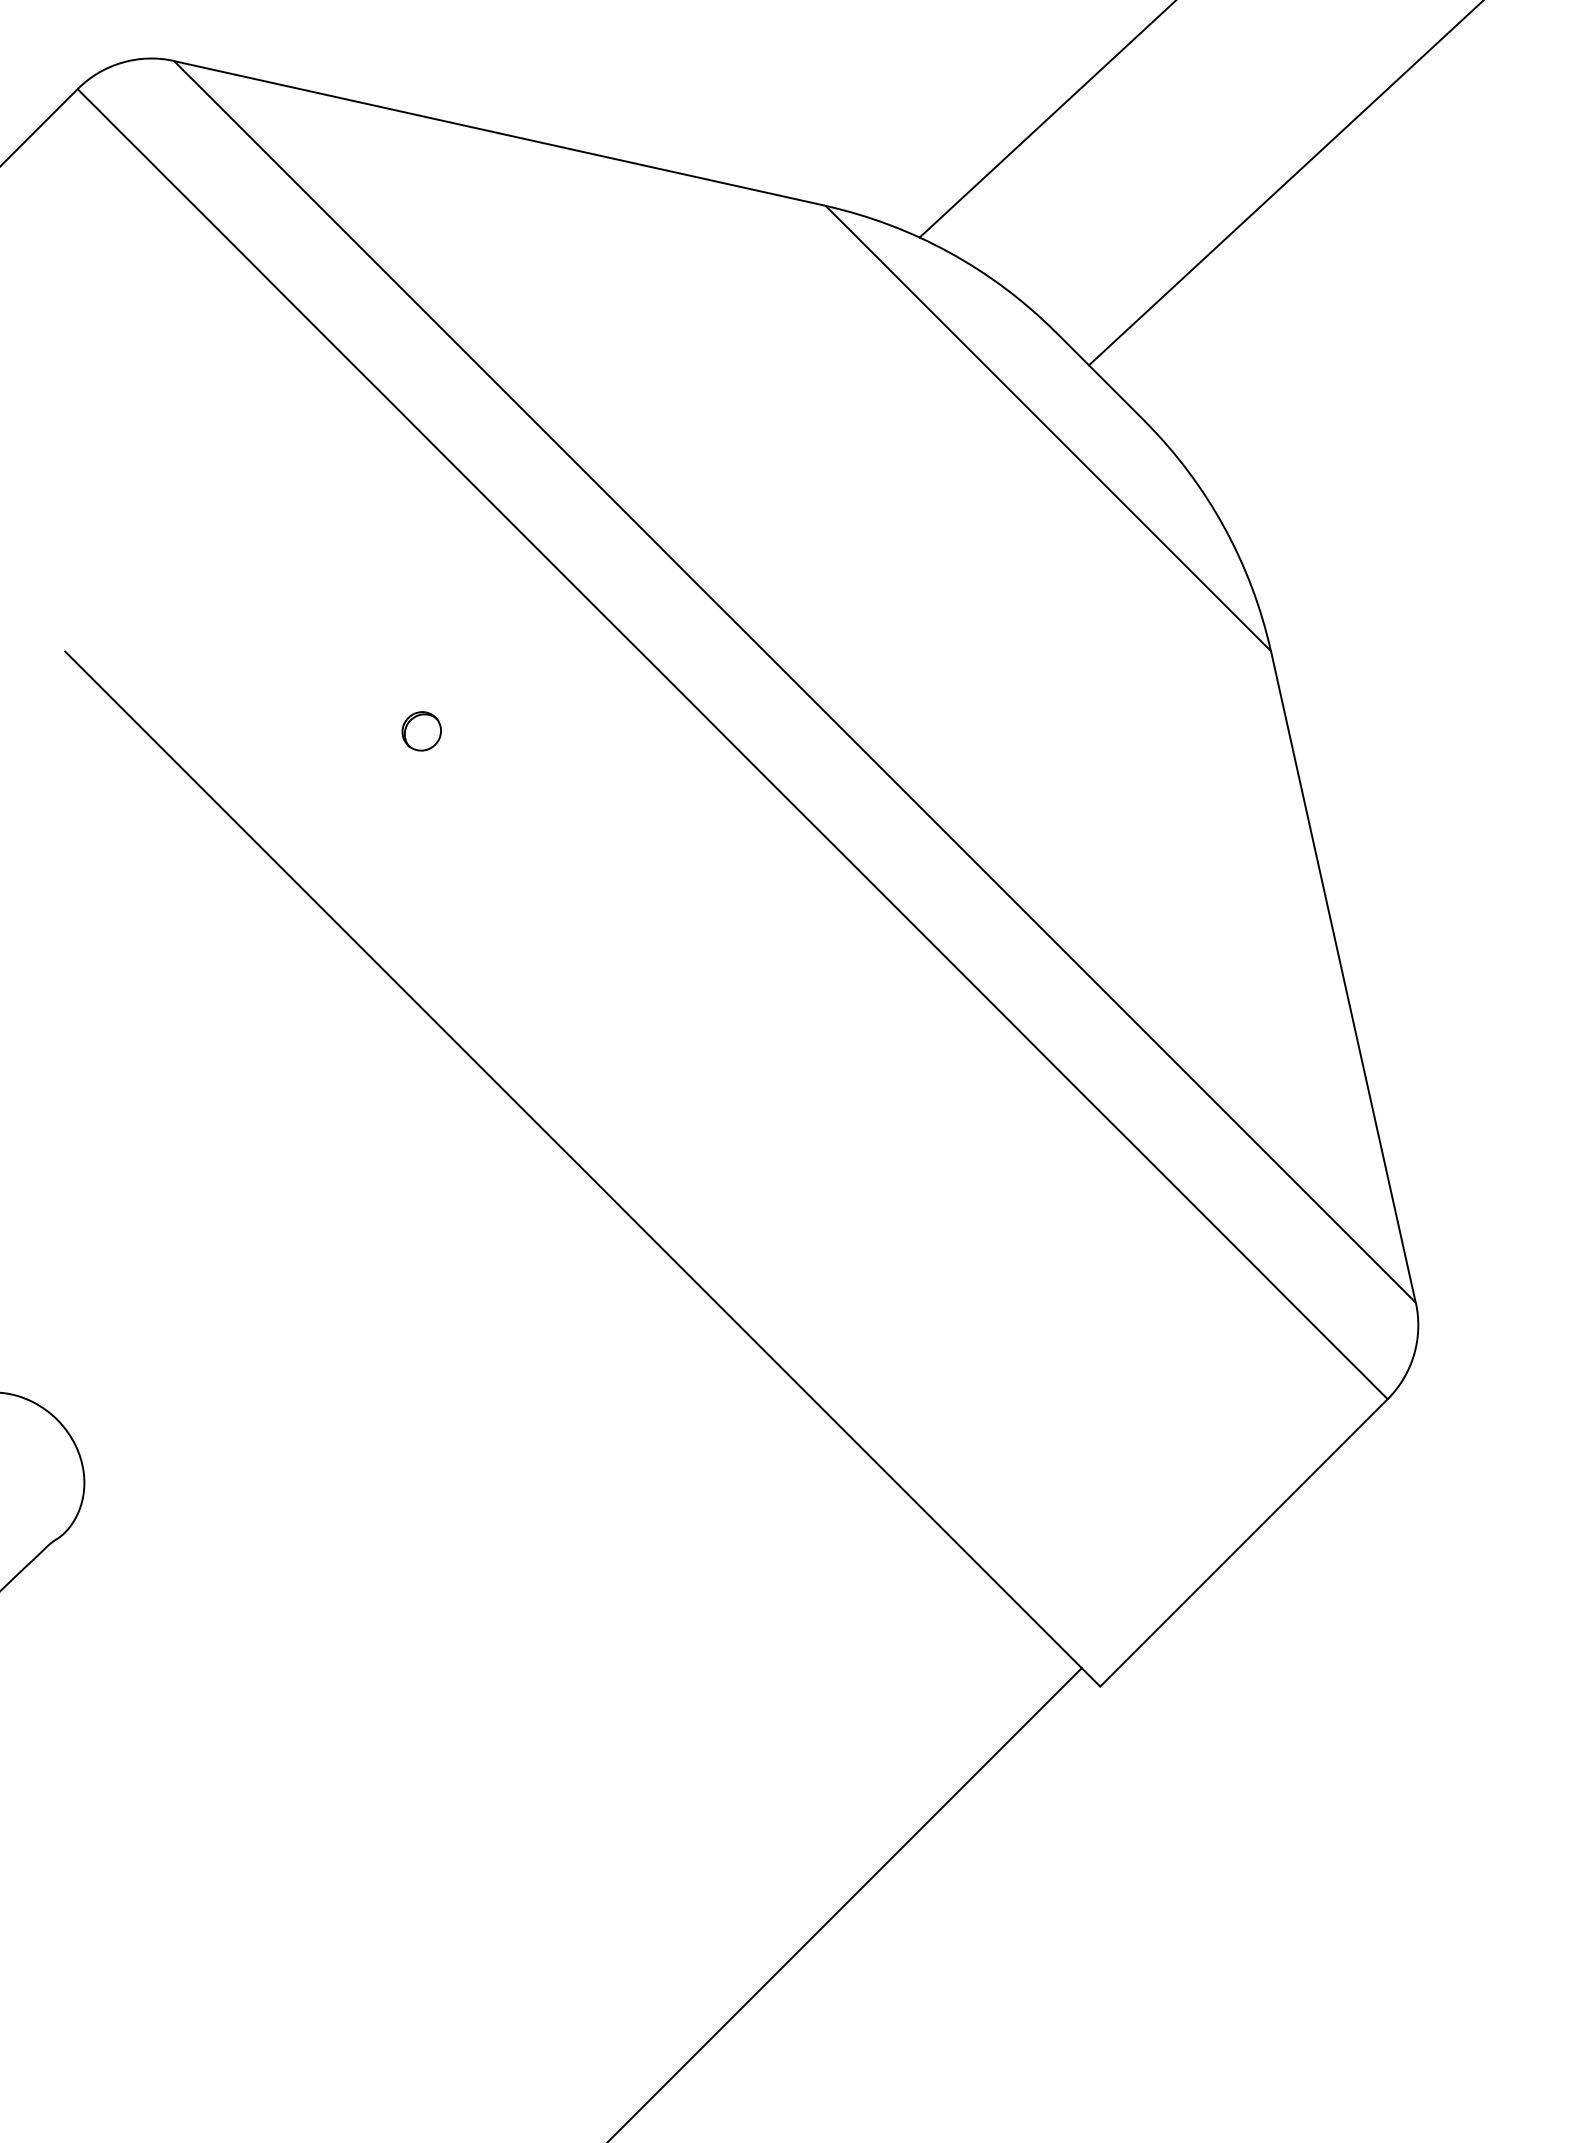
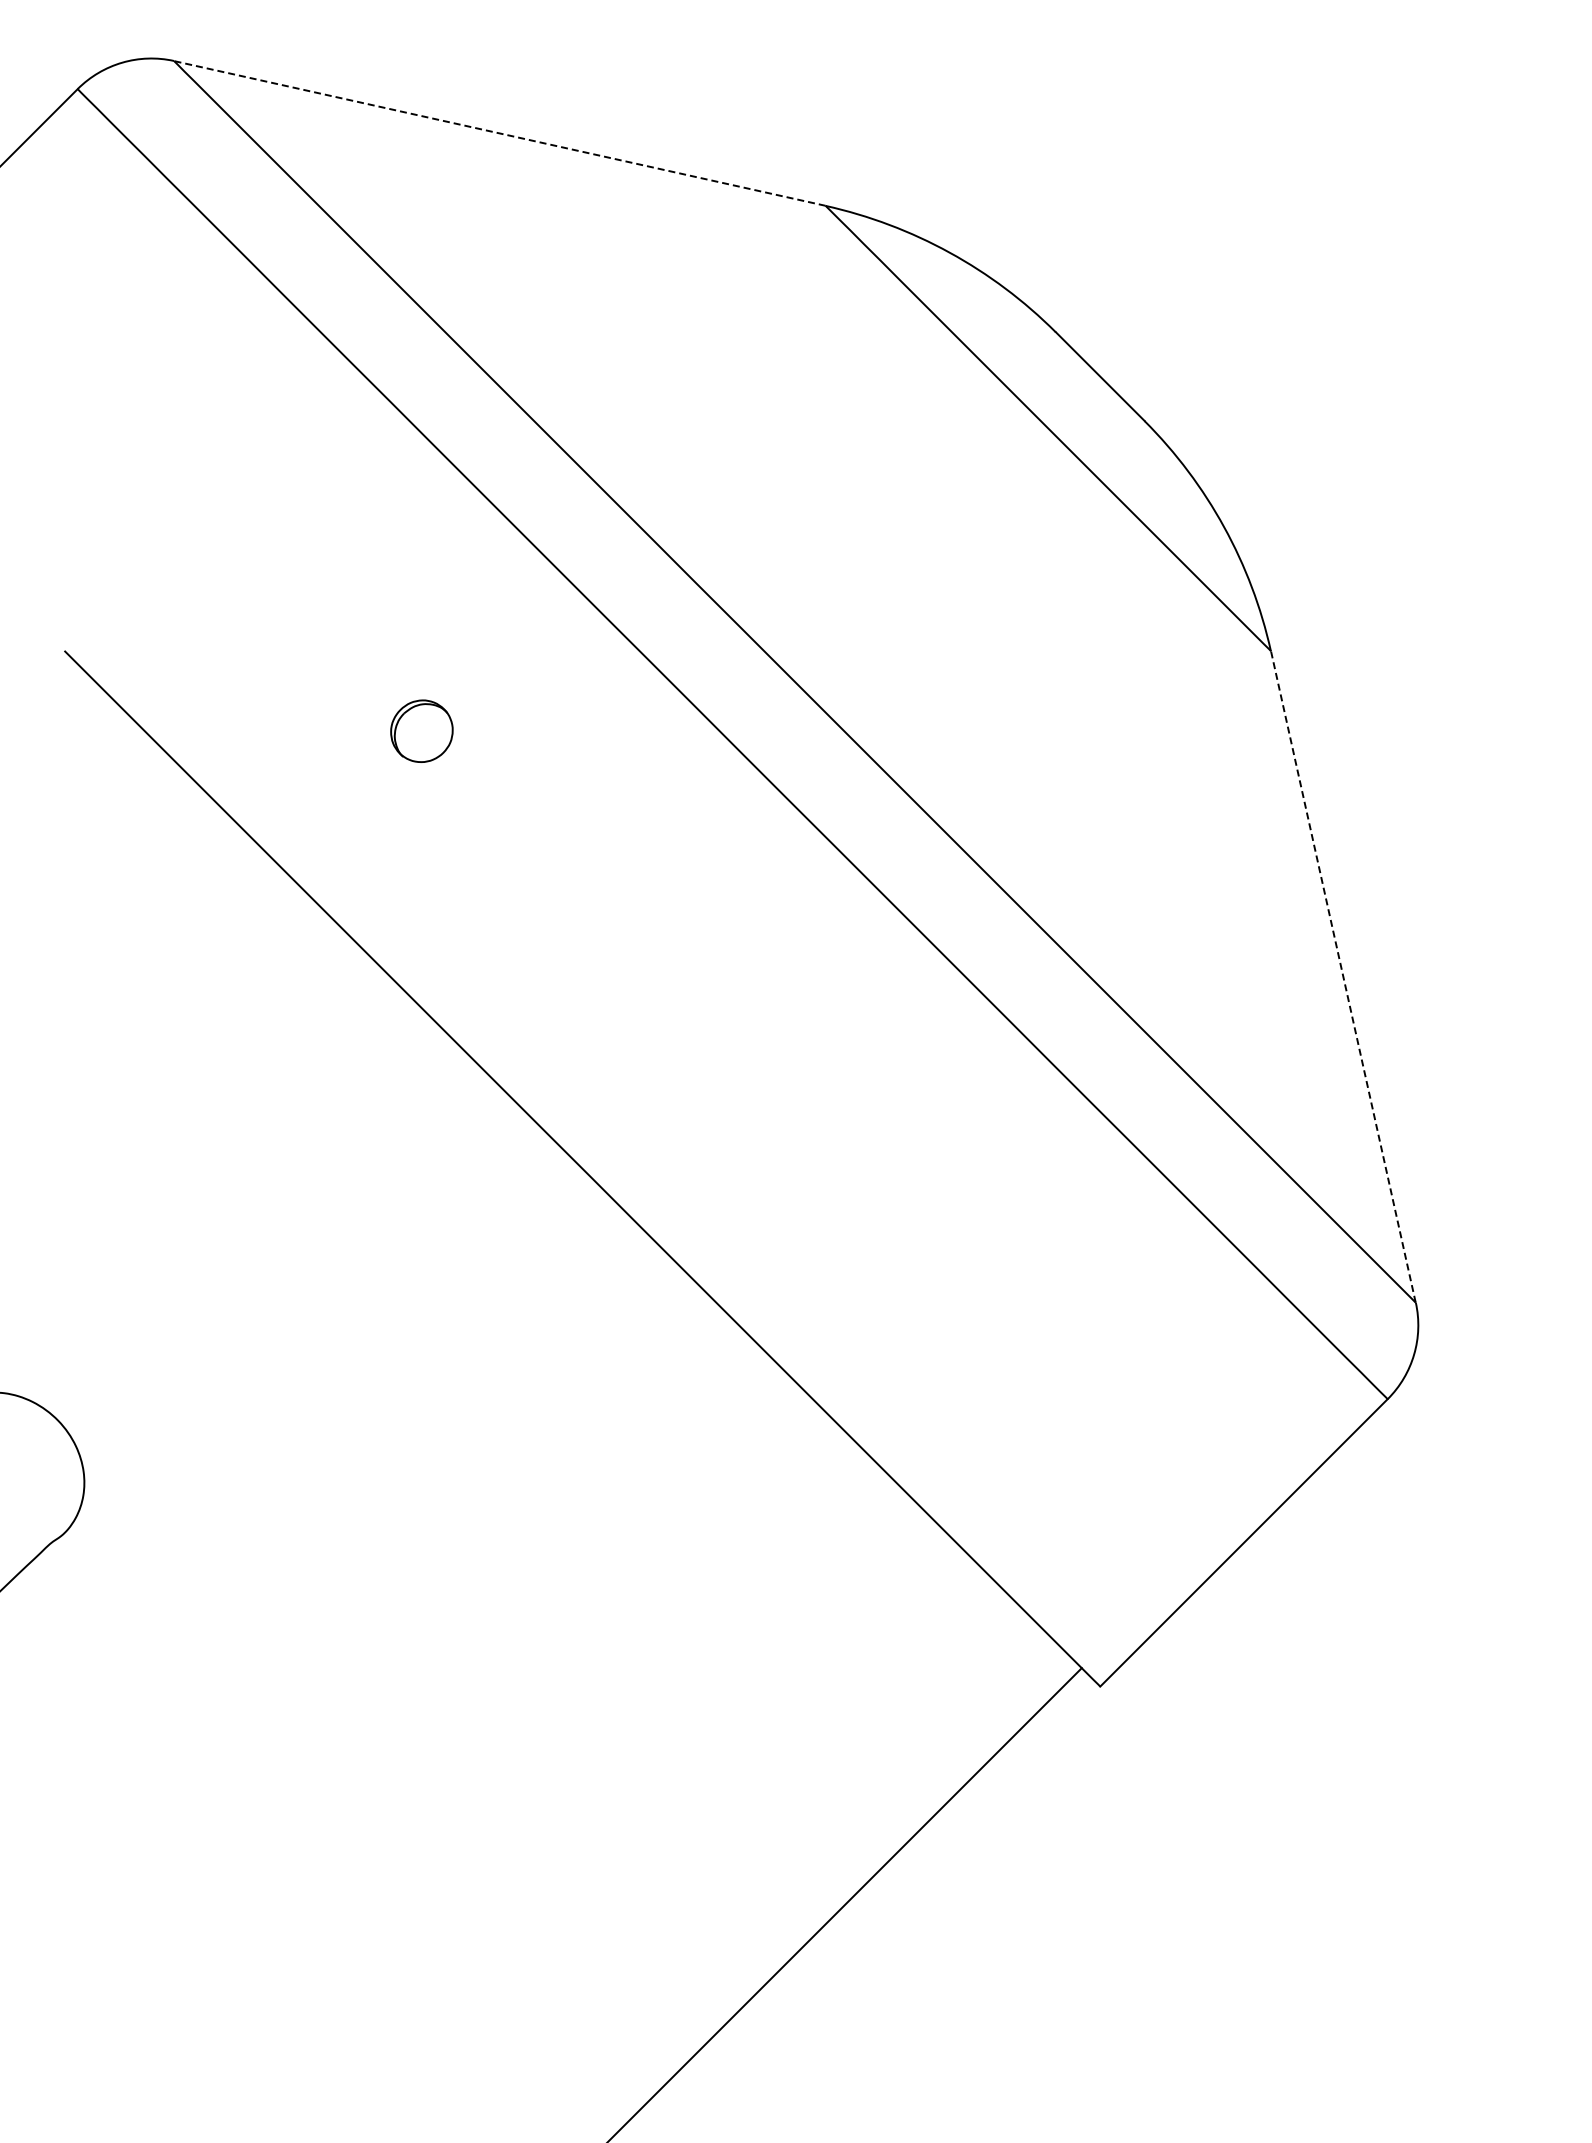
line at (1046, 119): present -> none
line at (499, 133): solid -> dashed
line at (1285, 183): present -> none
part at (421, 731) size: 41x41 px -> 64x64 px
line at (1343, 976): solid -> dashed
